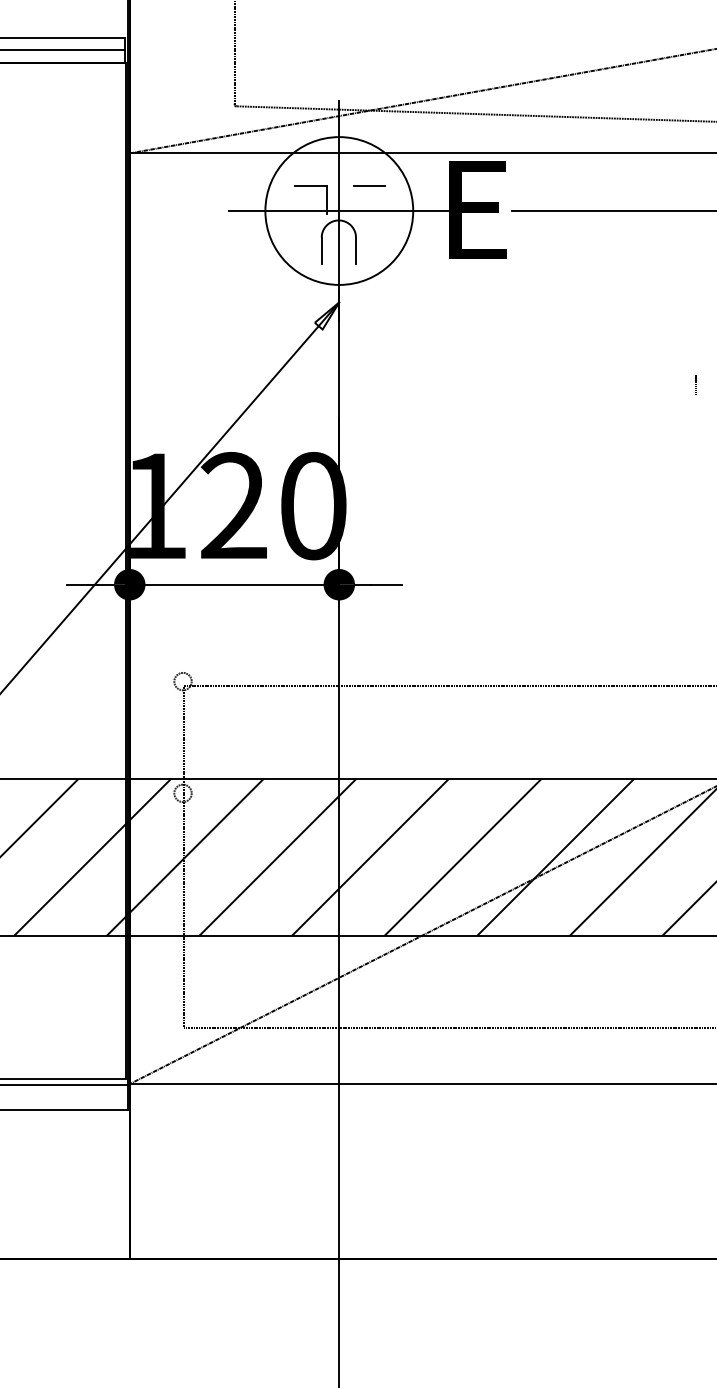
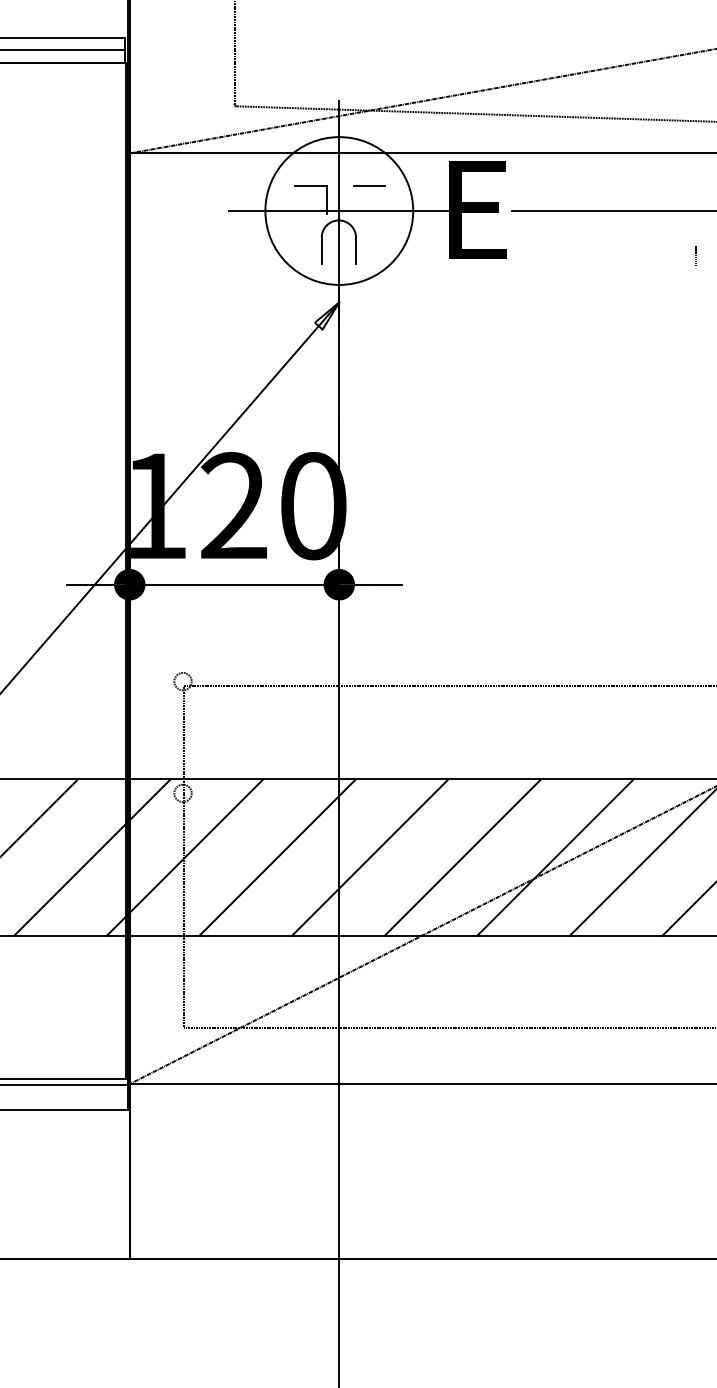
line at (695, 384) position: (695, 384) -> (695, 255)
